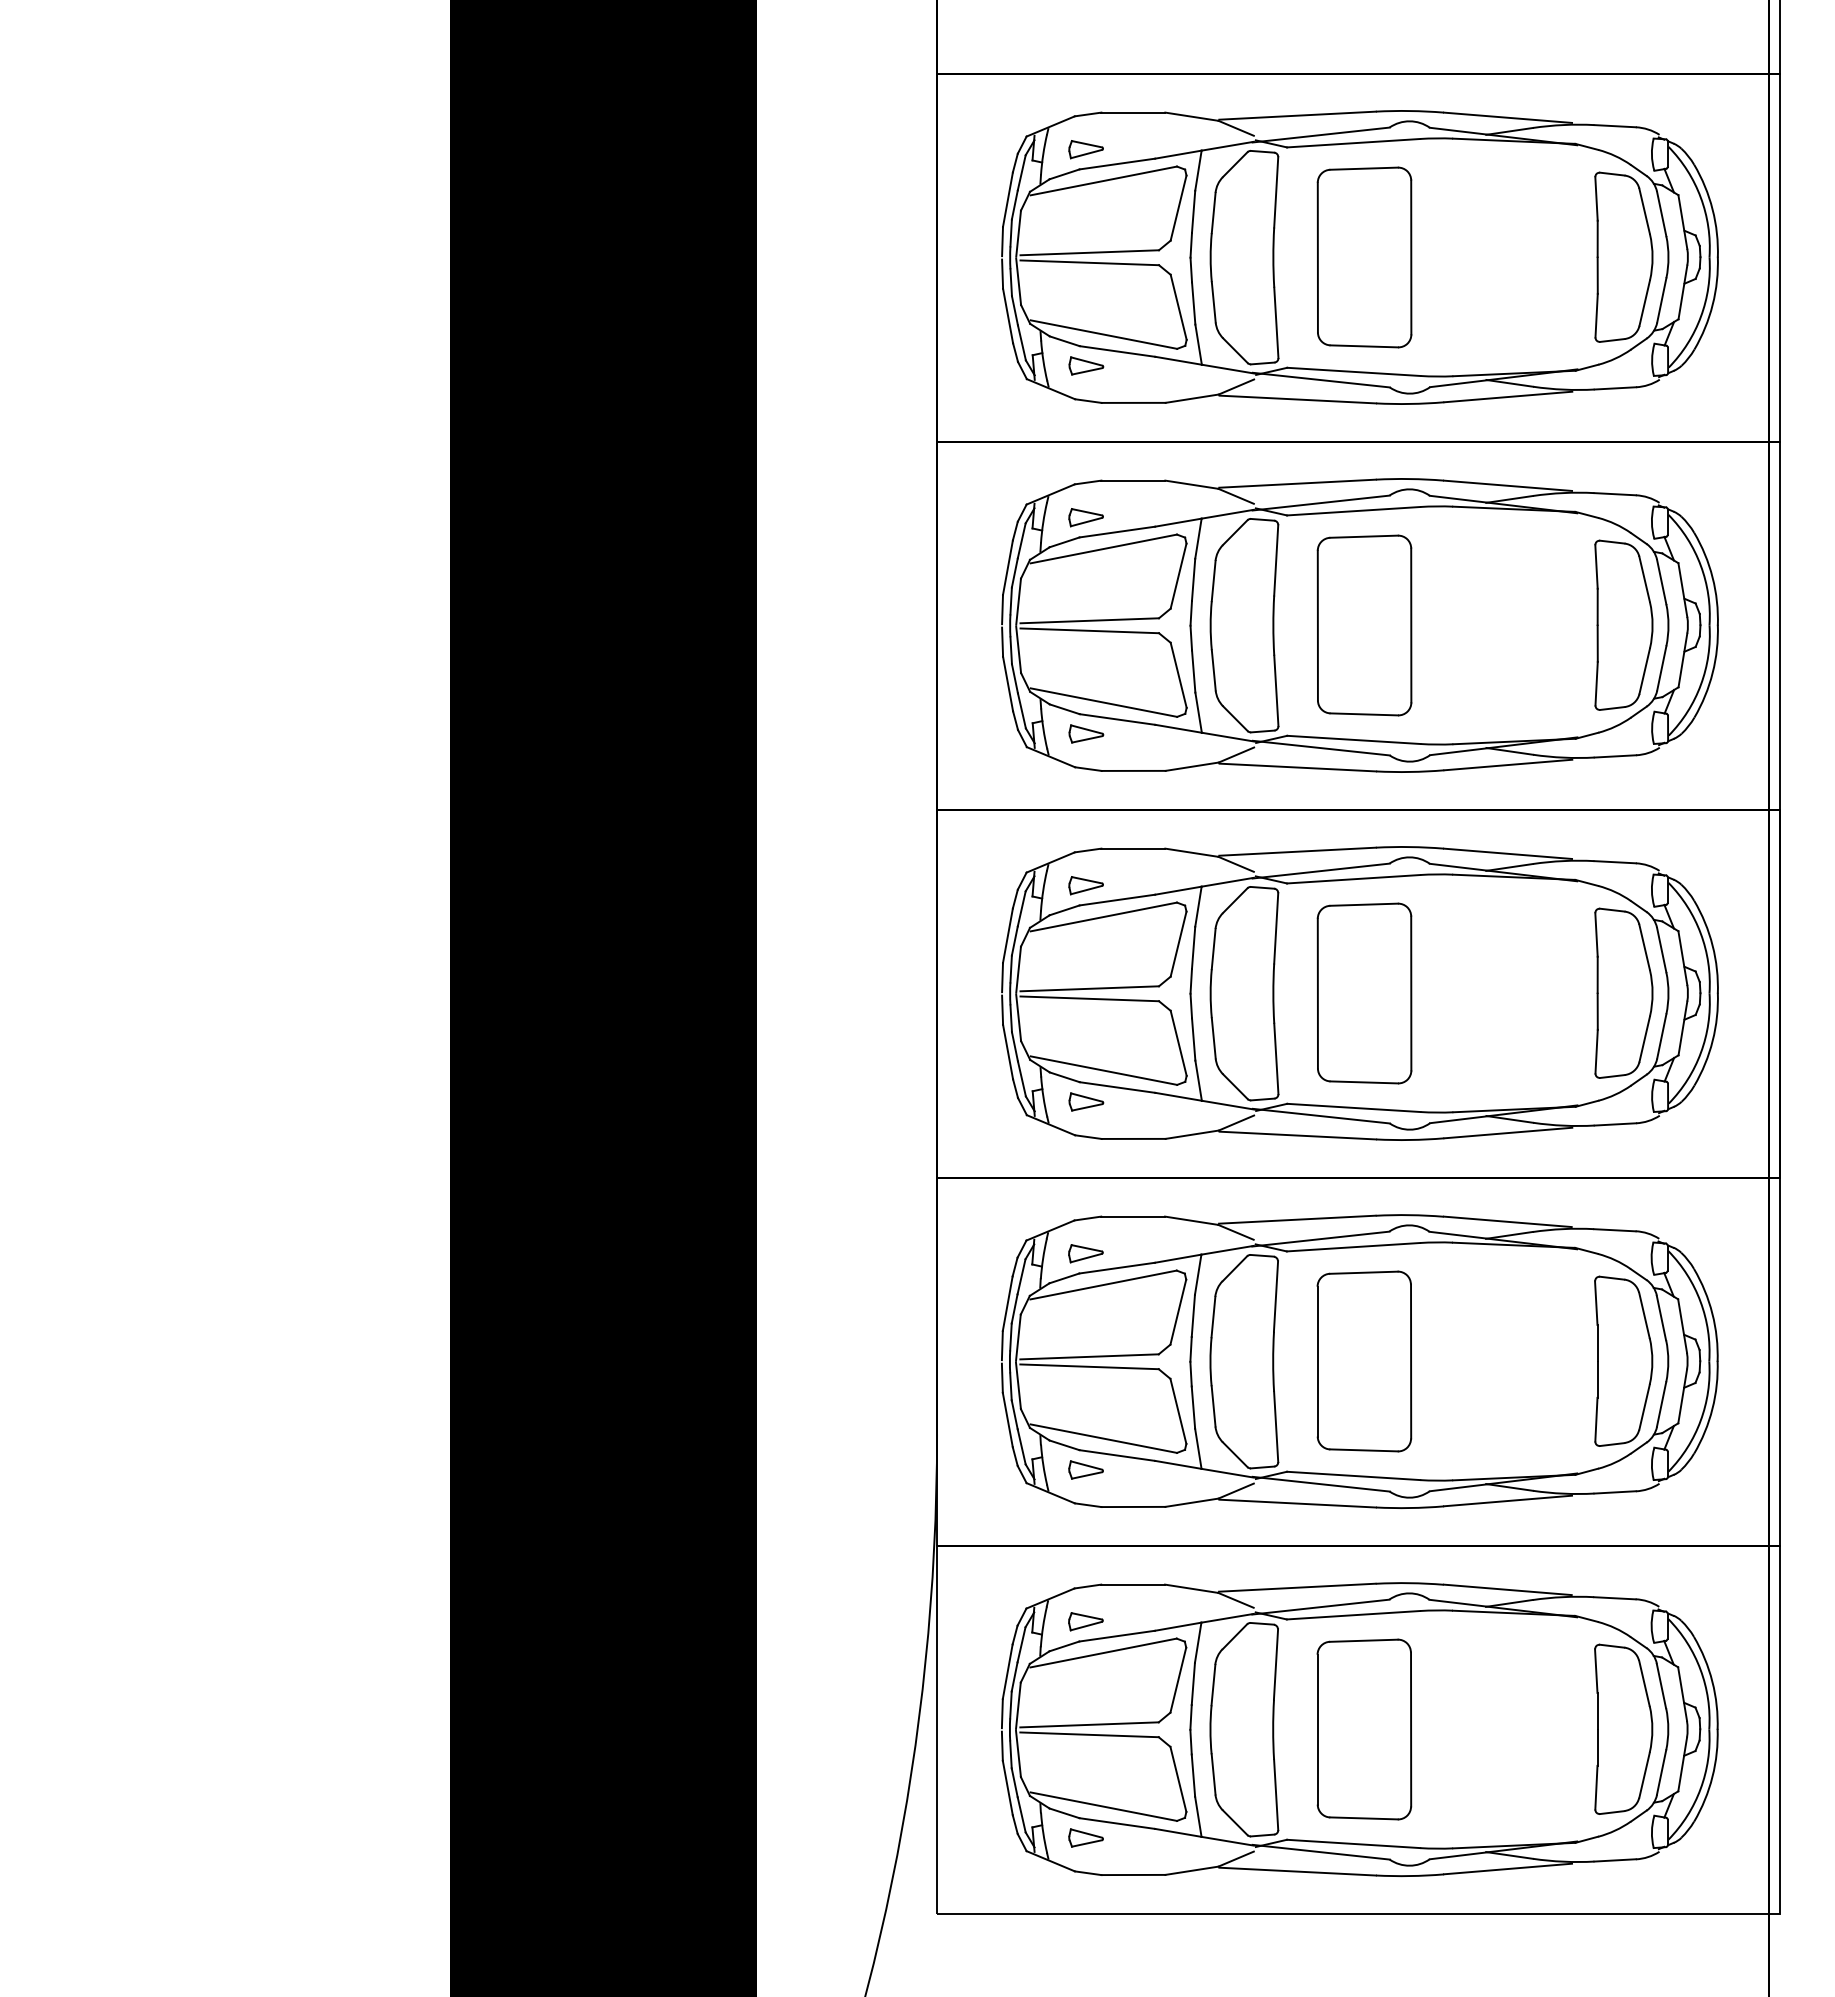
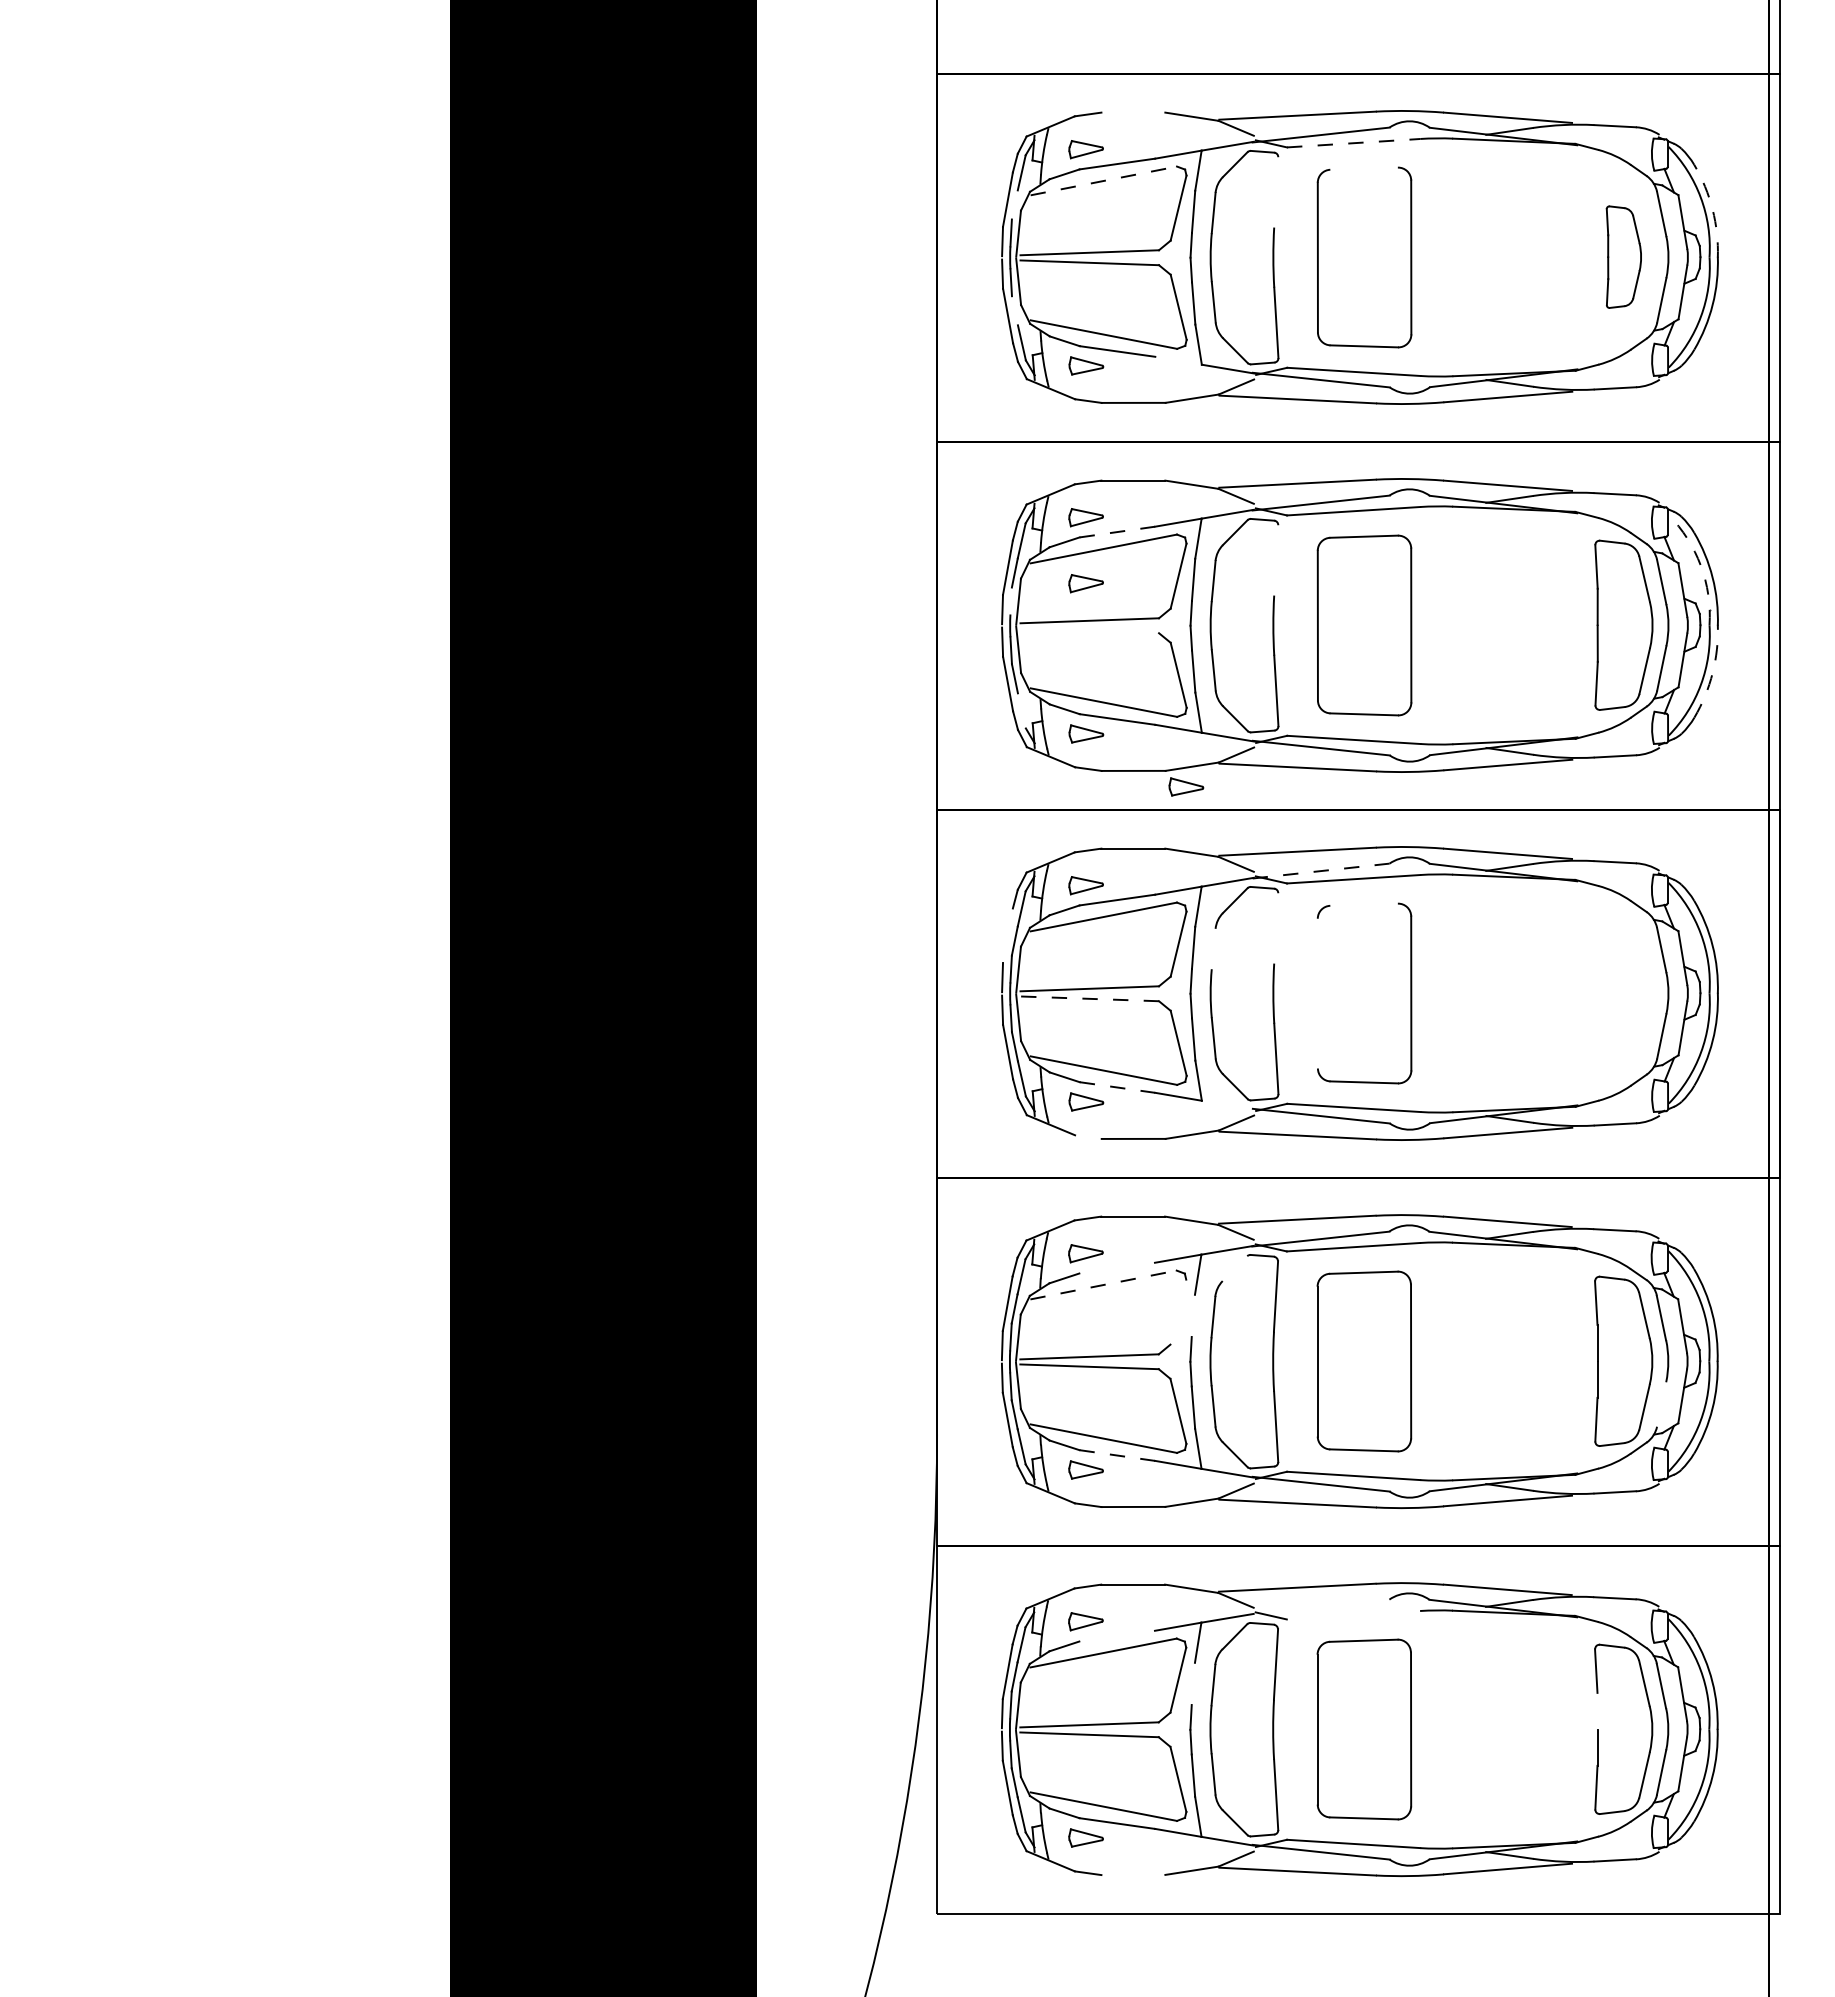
line at (1133, 112): present -> none
line at (1353, 143): solid -> dashed
line at (1363, 168): present -> none
line at (1103, 180): solid -> dashed
line at (1276, 192): present -> none
line at (1014, 204): present -> none
arc at (1712, 209): solid -> dashed
part at (1623, 256) size: 60x172 px -> 37x104 px
line at (1014, 310): present -> none
line at (1178, 360): present -> none
line at (1117, 532): solid -> dashed
line at (1276, 560): present -> none
arc at (1700, 565): solid -> dashed
part at (1085, 583): none -> present
line at (1010, 600): present -> none
line at (1089, 630): present -> none
arc at (1712, 672): solid -> dashed
line at (1021, 710): present -> none
part at (1186, 786): none -> present
line at (1321, 871): solid -> dashed
line at (1363, 904): present -> none
line at (1276, 928): present -> none
line at (1007, 935): present -> none
line at (1213, 948): present -> none
part at (1623, 992): present -> none
line at (1317, 993): present -> none
line at (1089, 998): solid -> dashed
line at (1118, 1087): solid -> dashed
line at (1227, 1104): present -> none
line at (1088, 1136): present -> none
line at (1116, 1267): present -> none
line at (1234, 1268): present -> none
line at (1103, 1285): solid -> dashed
line at (1178, 1311): present -> none
line at (1192, 1315): present -> none
line at (1661, 1404): present -> none
line at (1117, 1455): solid -> dashed
line at (1320, 1606): present -> none
line at (1353, 1615): present -> none
line at (1116, 1635): present -> none
line at (1192, 1683): present -> none
line at (1597, 1710): present -> none
line at (1133, 1874): present -> none
